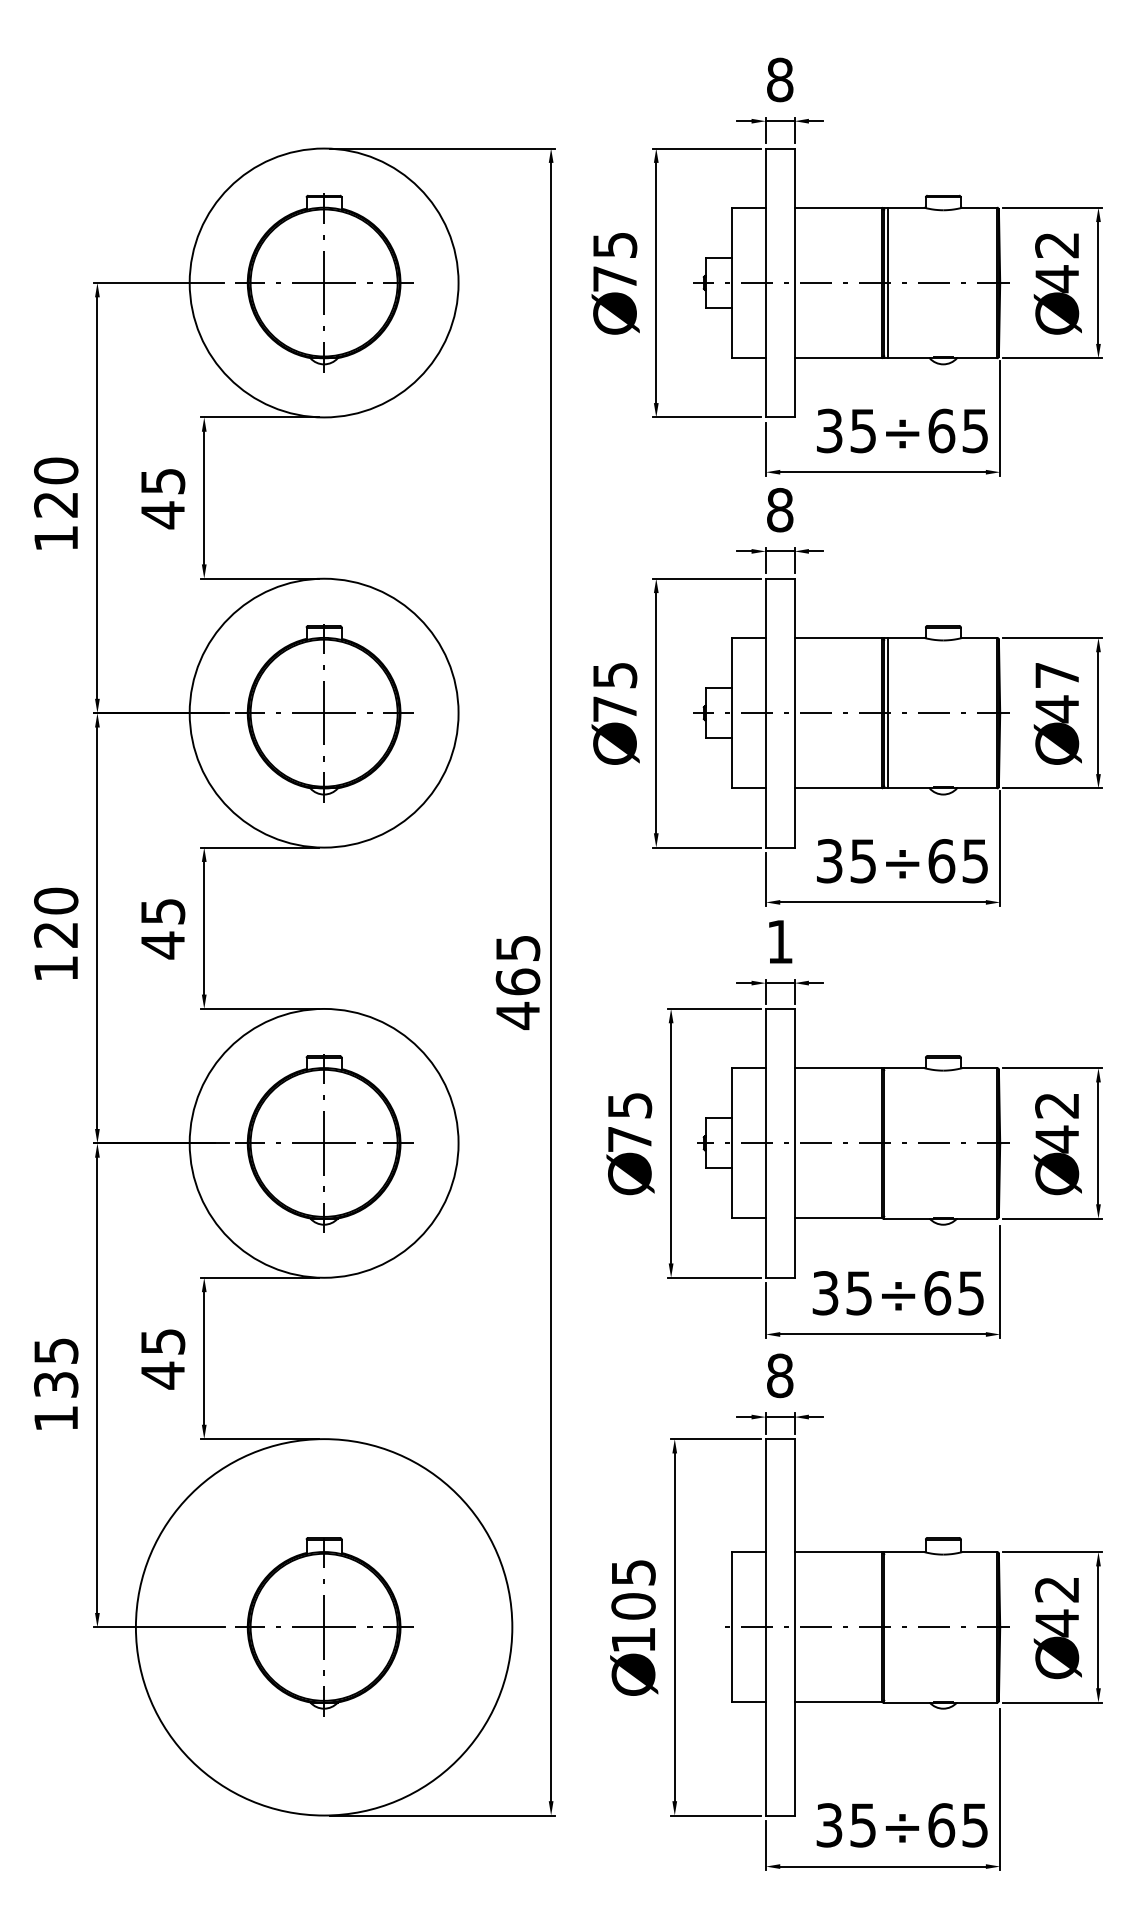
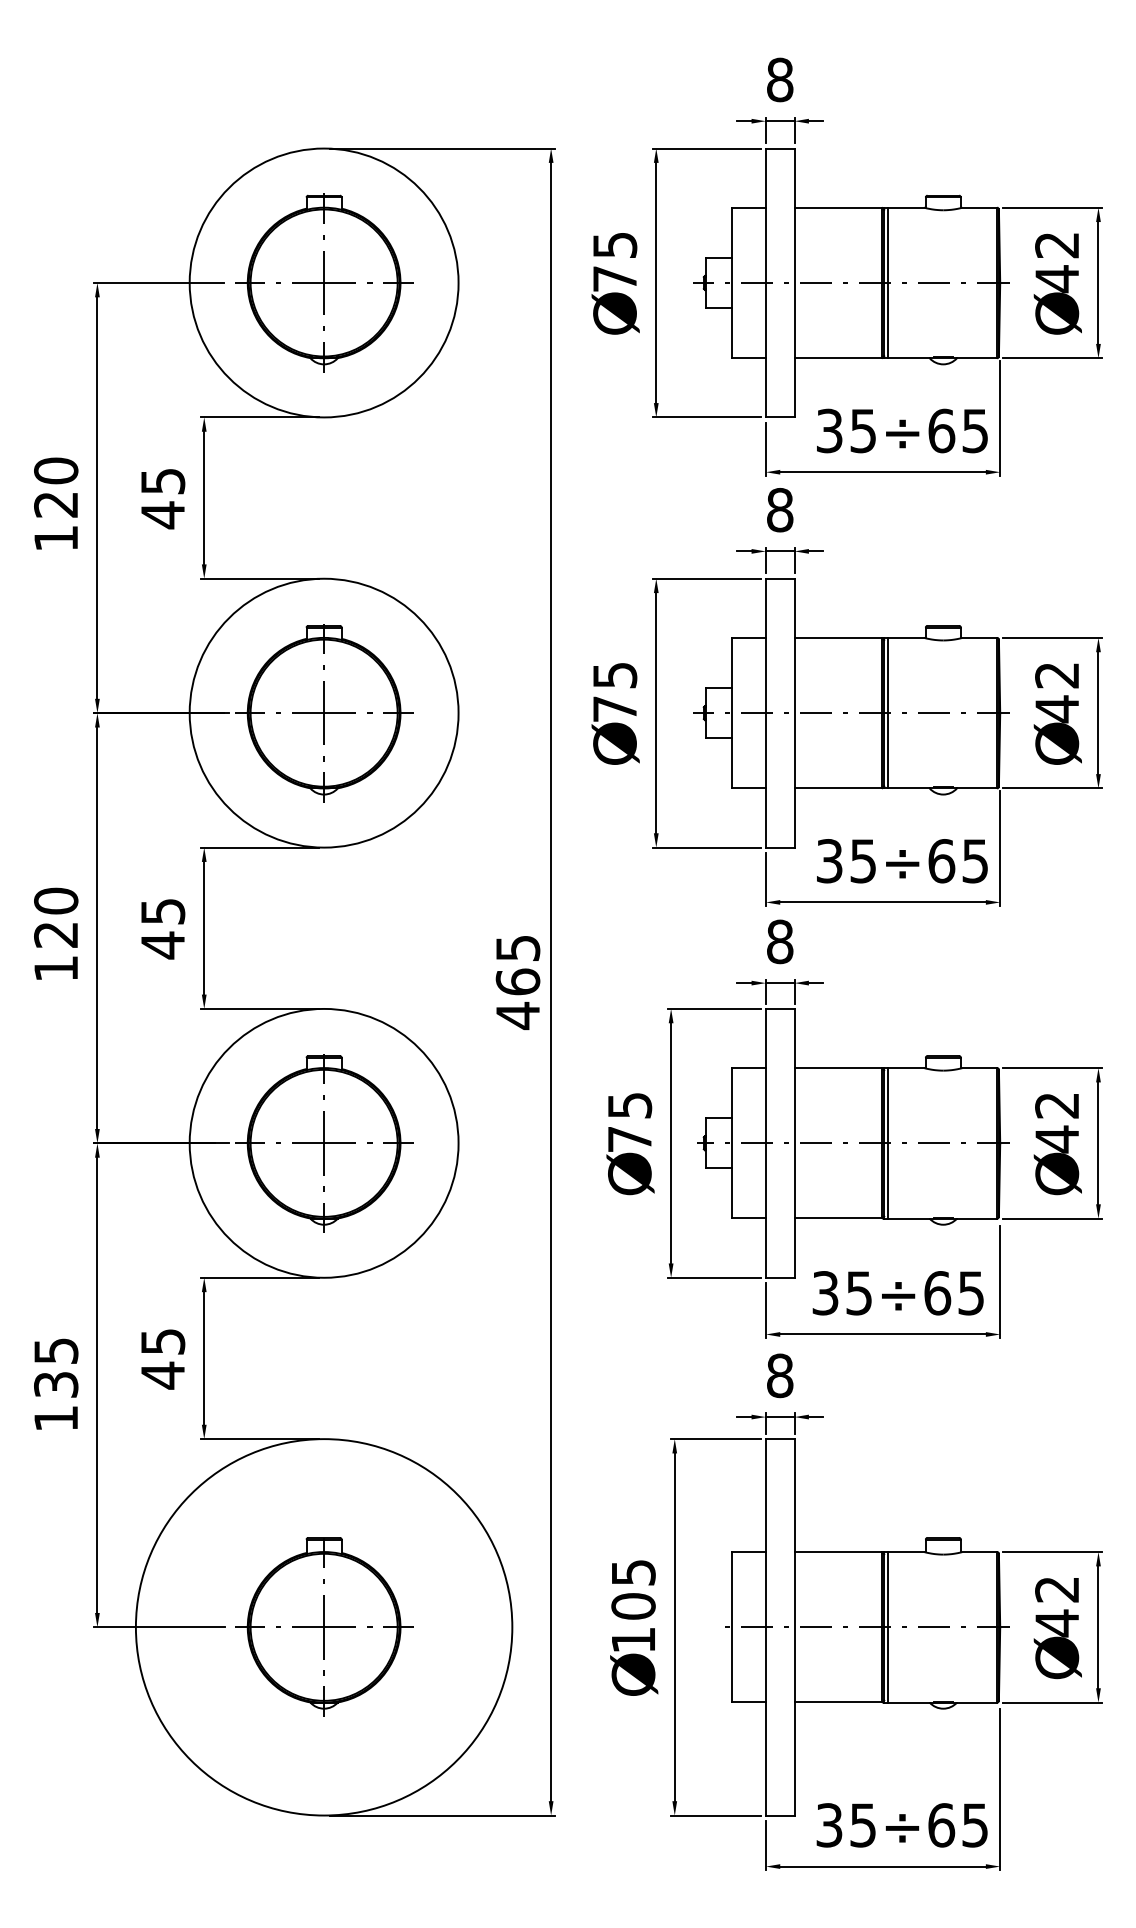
text at (1056, 675): 47 -> 42
text at (780, 941): 1 -> 8
line at (887, 1143): none -> present
line at (887, 1627): none -> present
